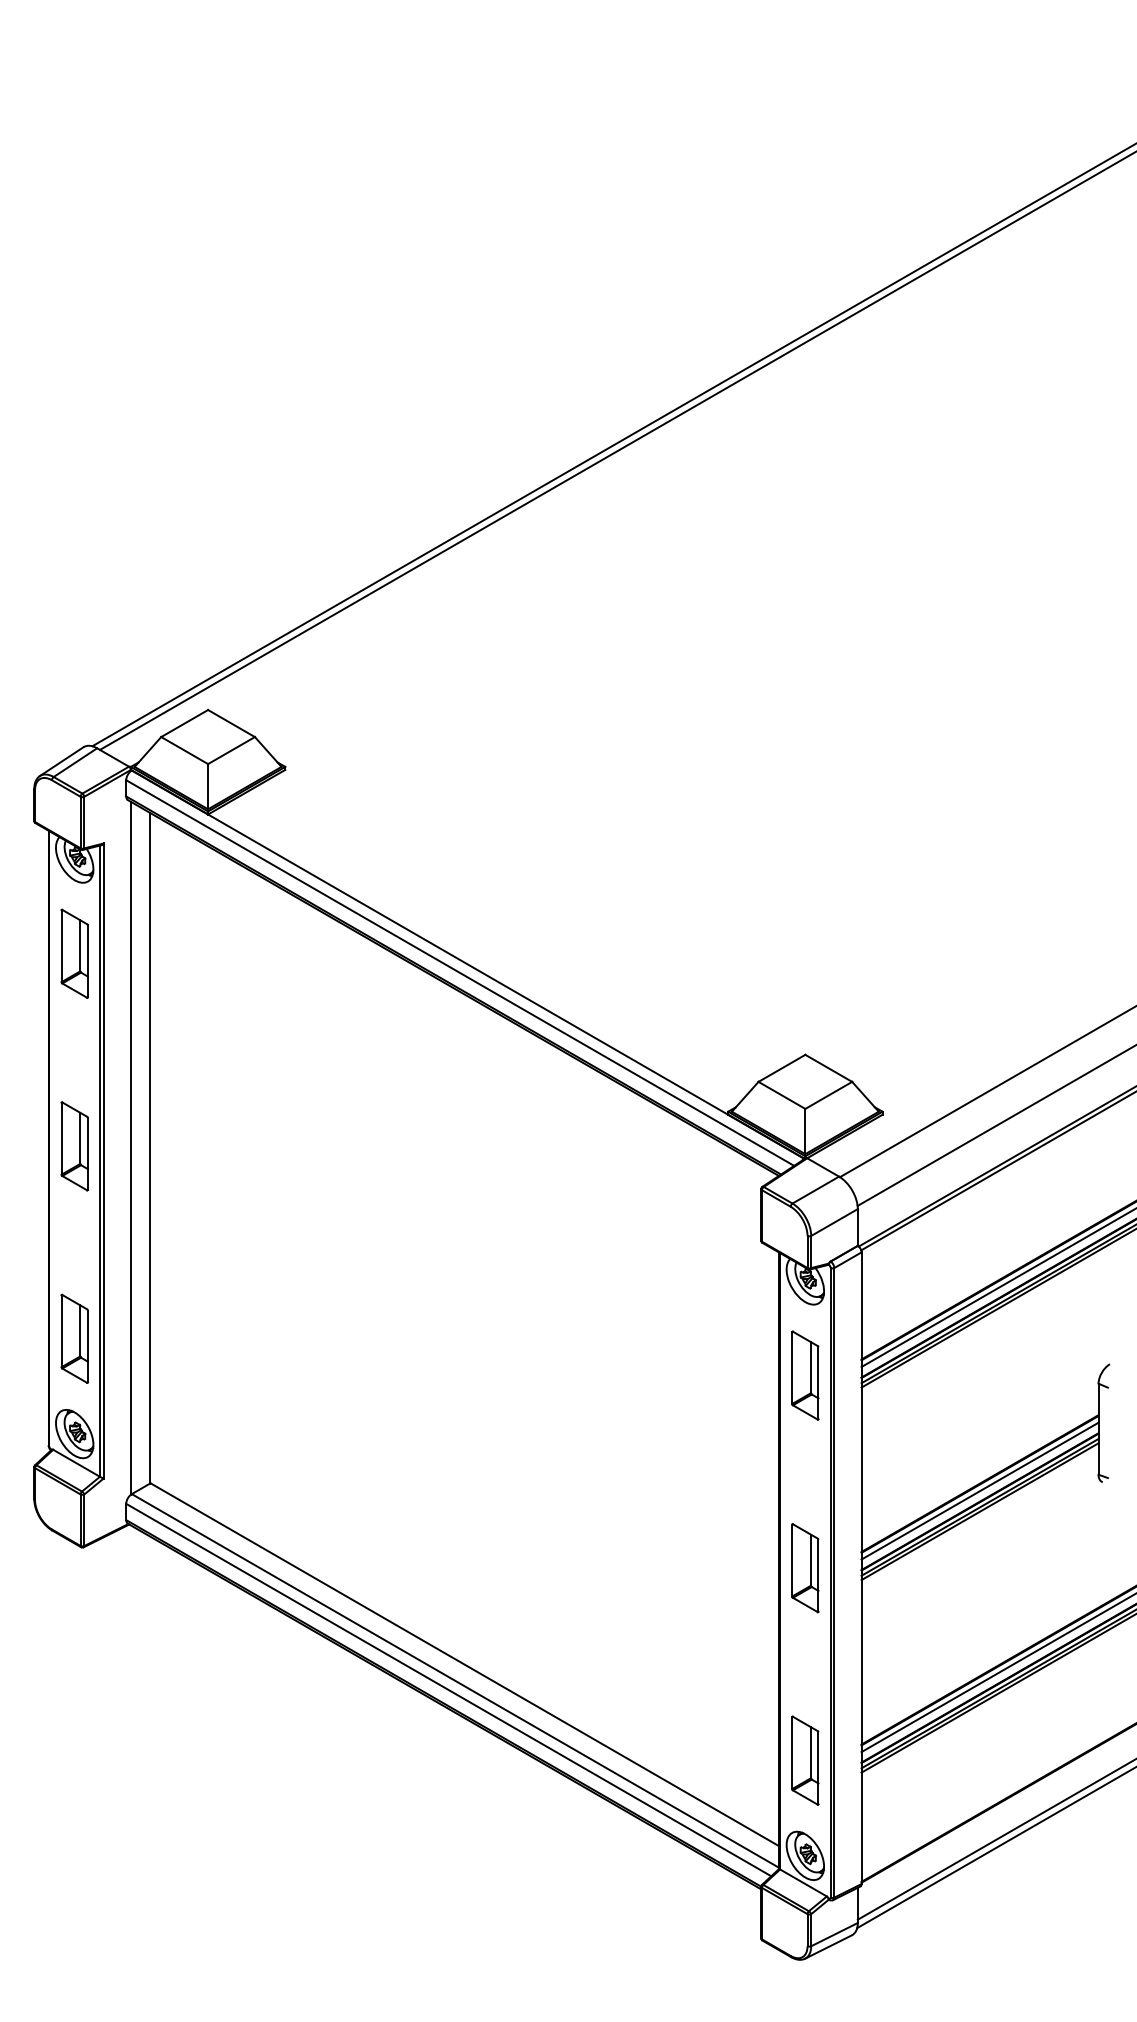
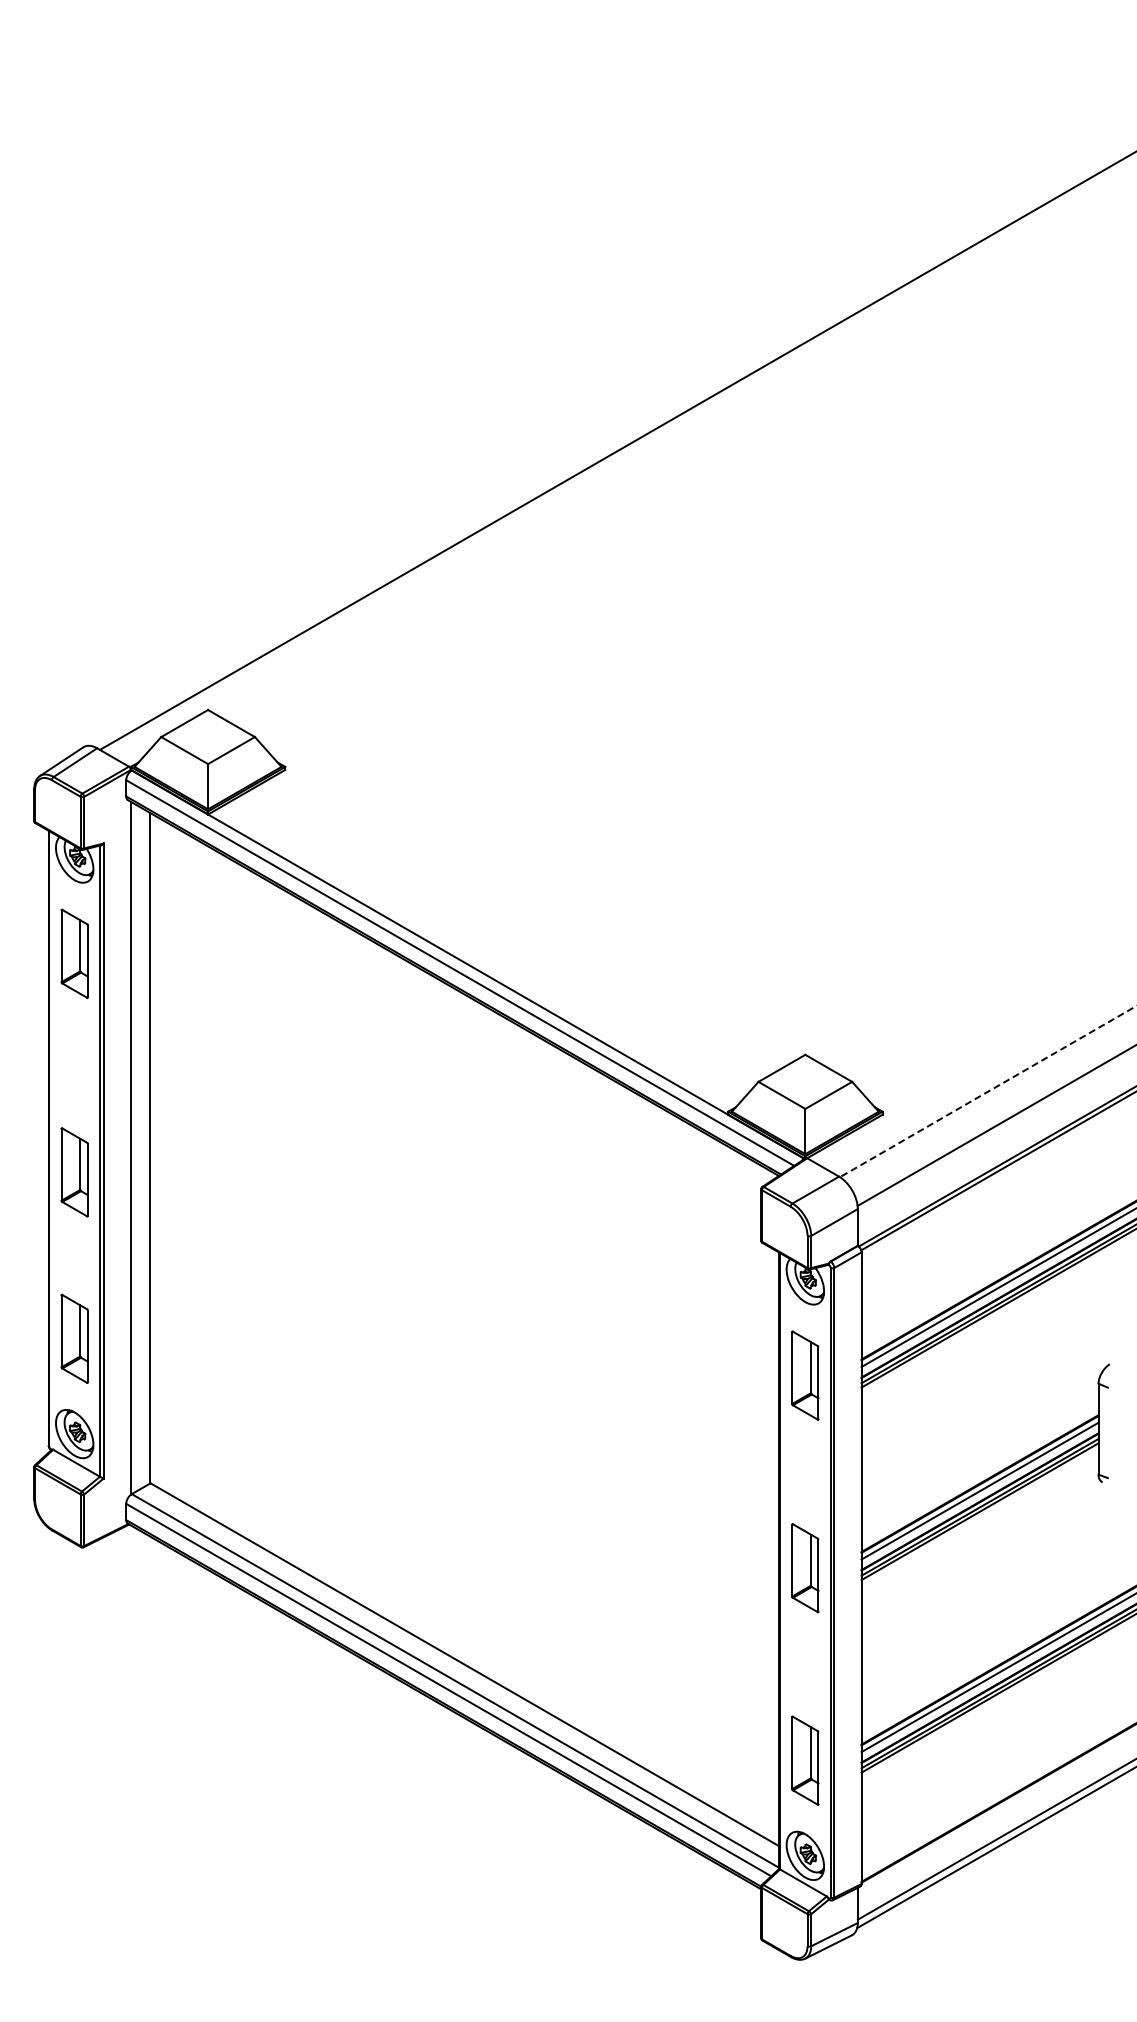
line at (612, 445): present -> none
line at (988, 1091): solid -> dashed
part at (74, 1146) position: (74, 1146) -> (74, 1172)
